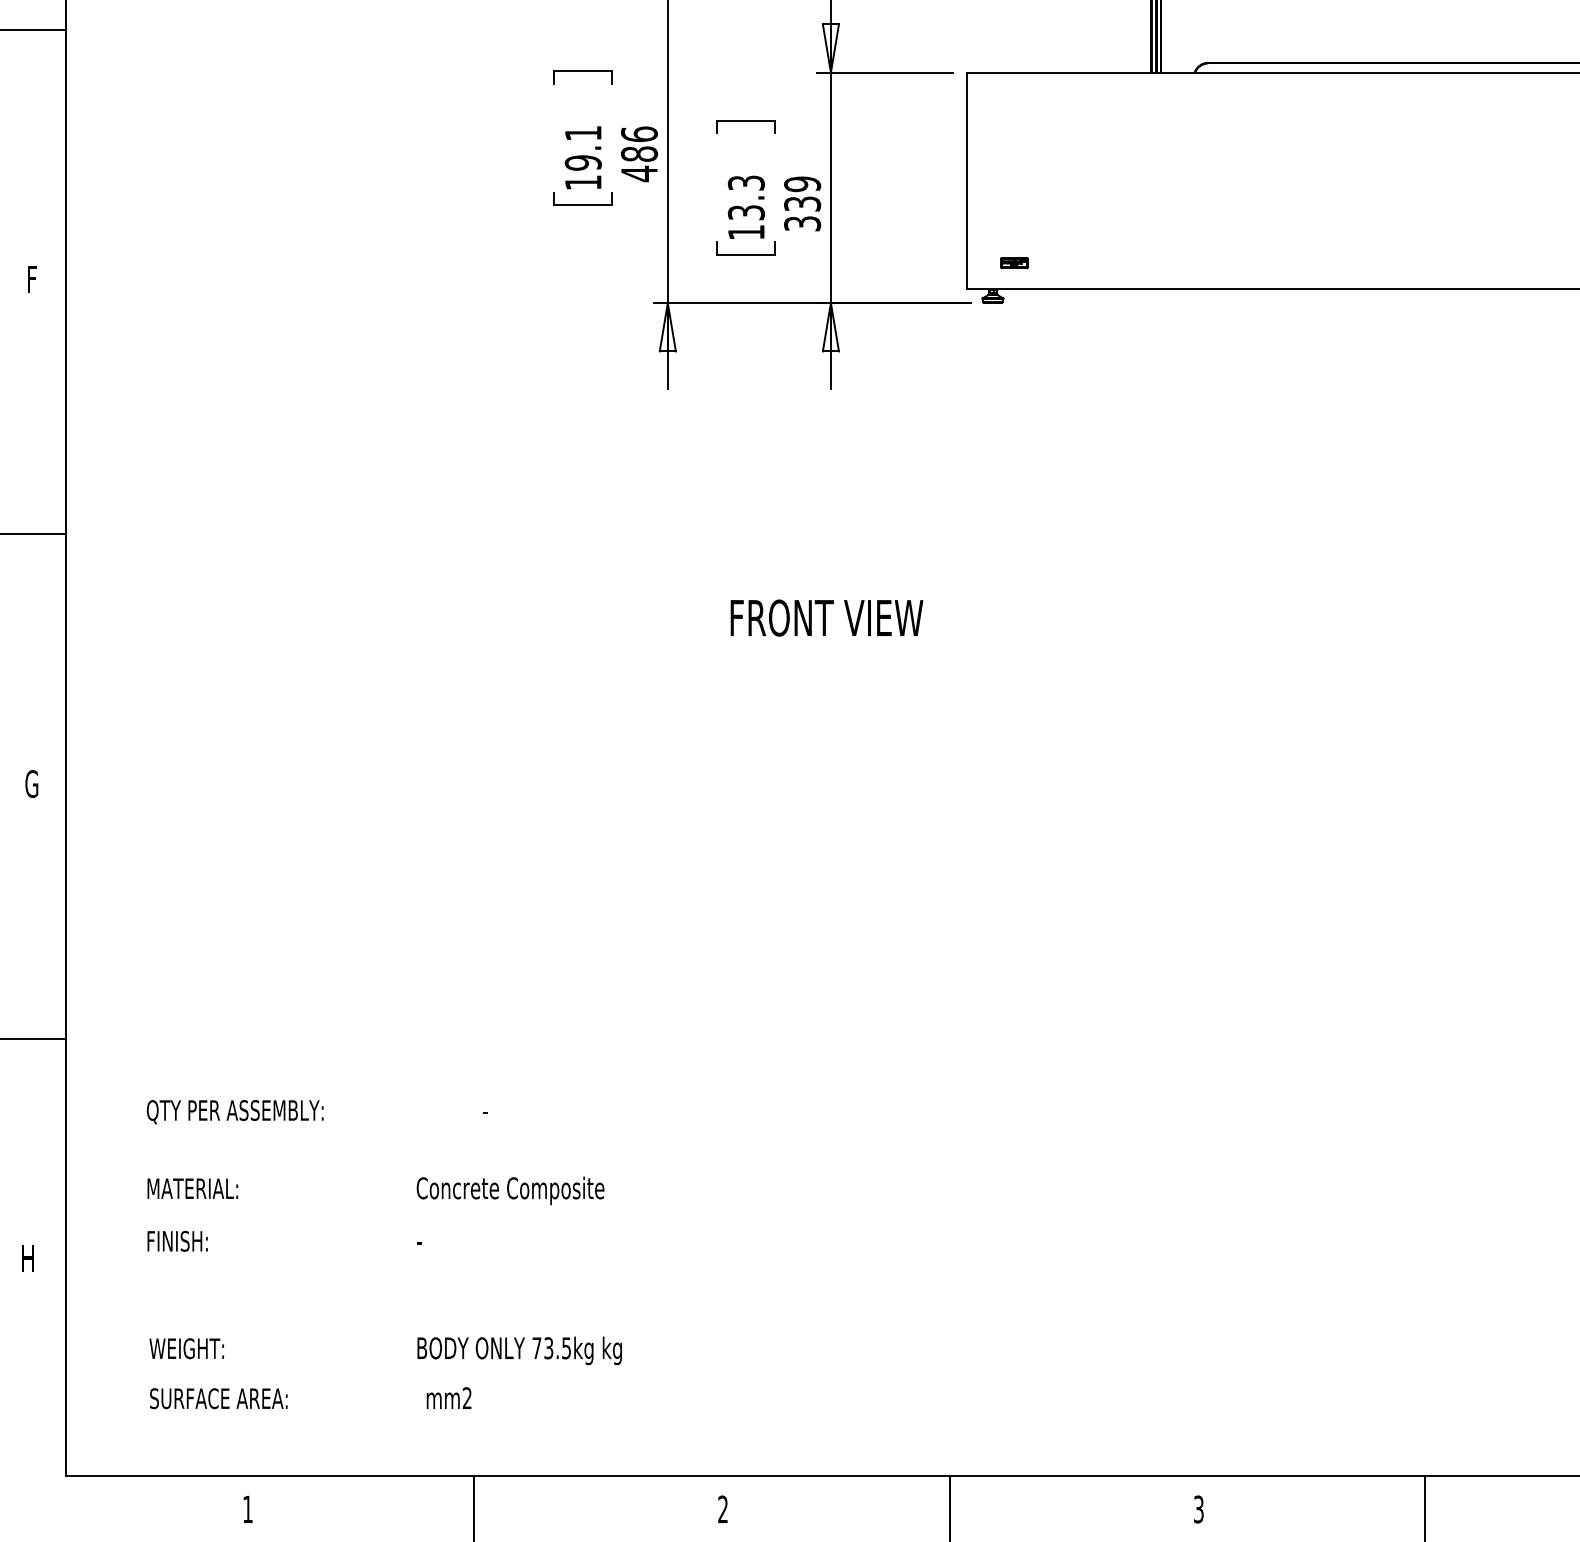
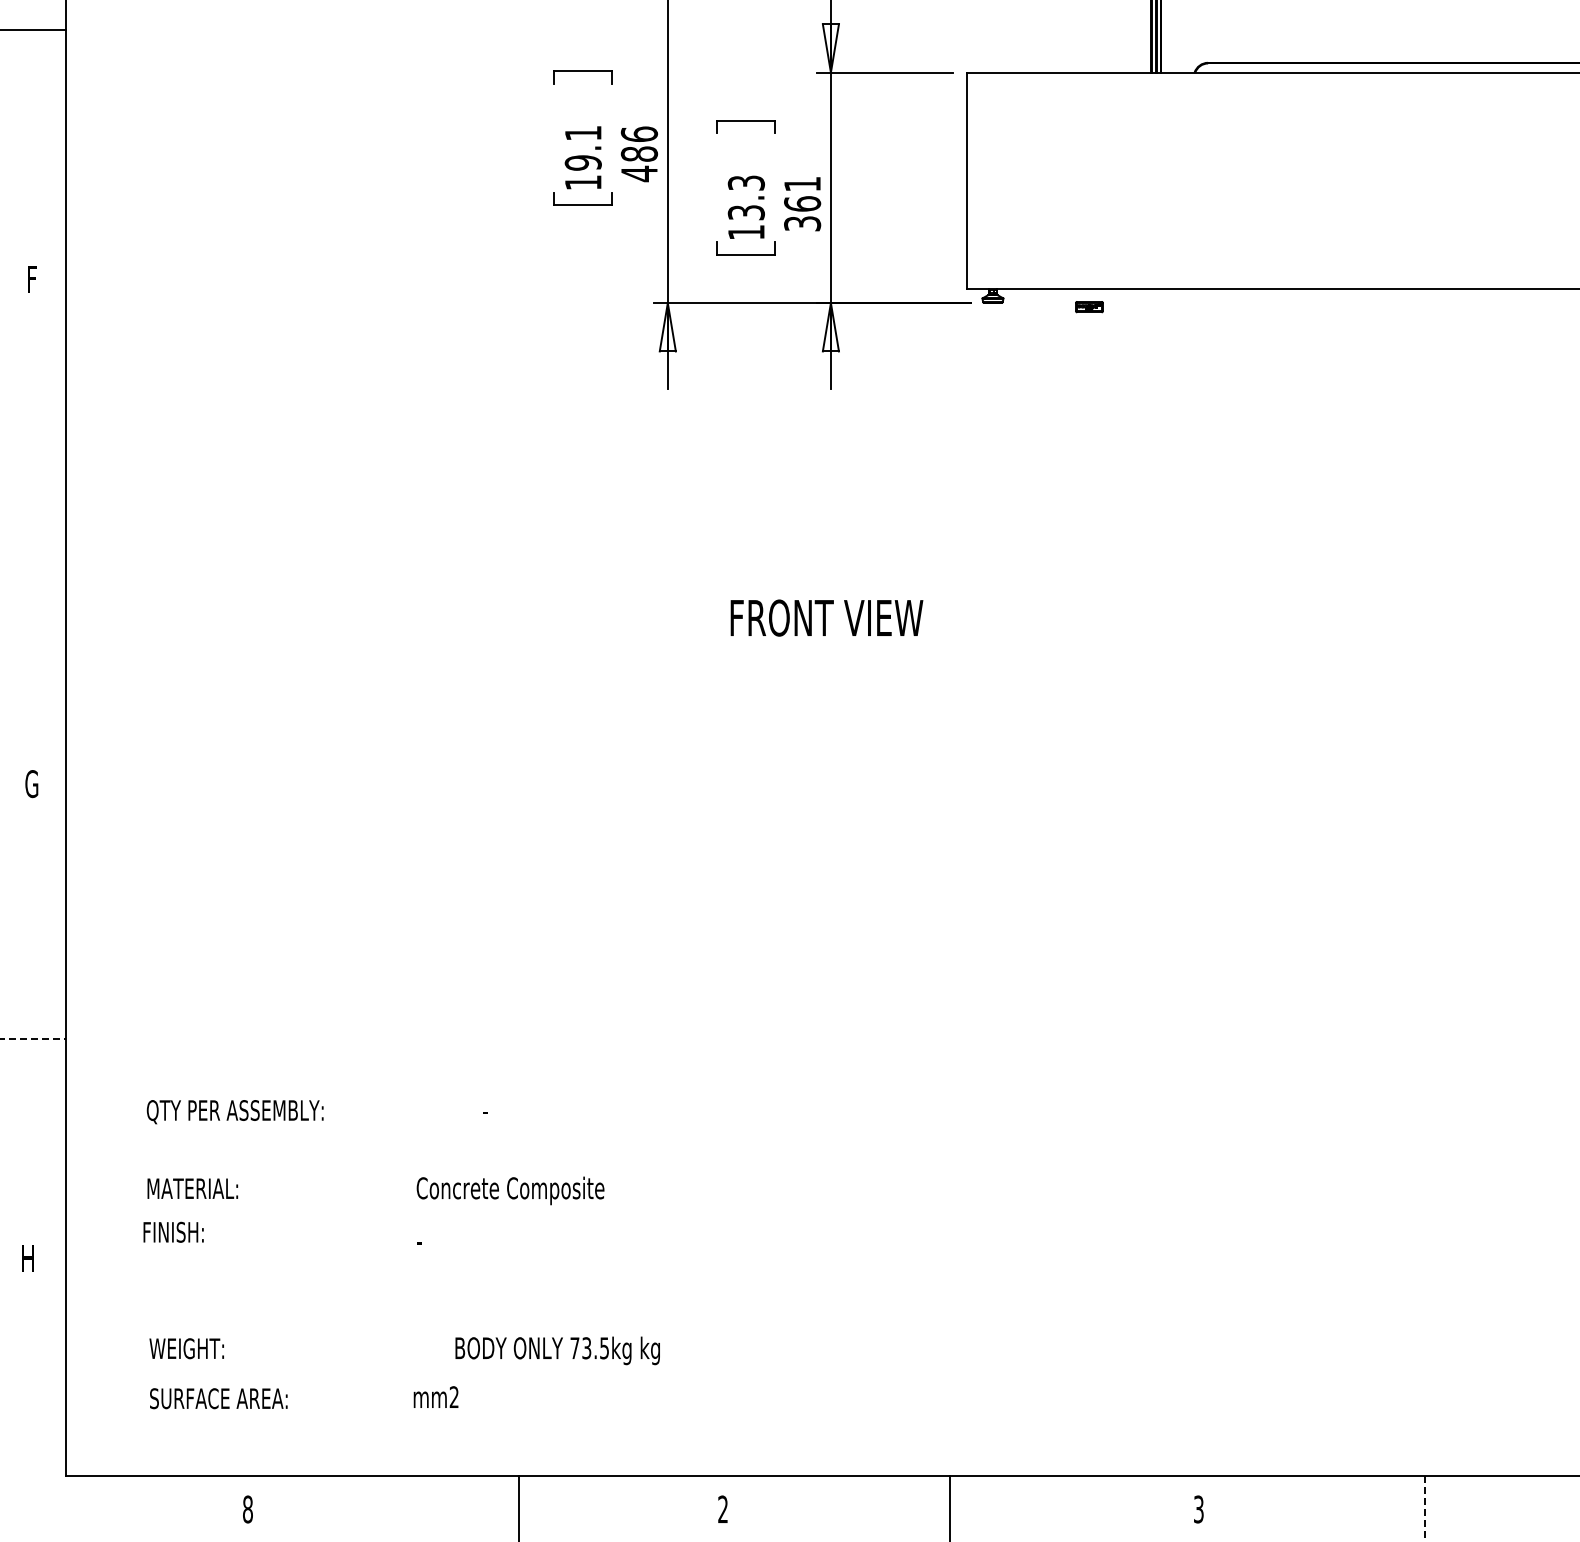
text at (802, 193): 339 -> 361
part at (1014, 263) position: (1014, 263) -> (1089, 307)
line at (34, 534): present -> none
line at (33, 1038): solid -> dashed
text at (177, 1240) position: (177, 1240) -> (173, 1231)
text at (519, 1350) position: (519, 1350) -> (557, 1350)
text at (448, 1397) position: (448, 1397) -> (435, 1396)
line at (474, 1506) position: (474, 1506) -> (519, 1506)
line at (1425, 1508): solid -> dashed
text at (247, 1509): 1 -> 8
